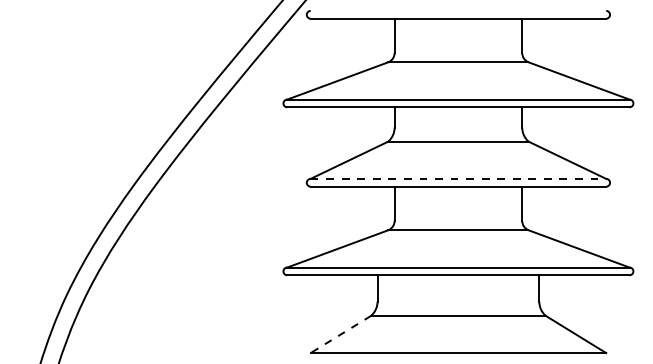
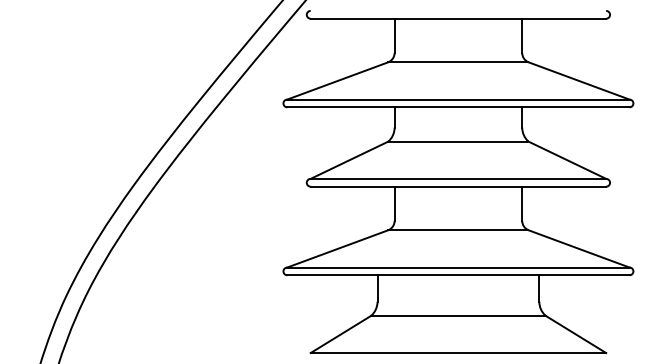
line at (458, 178): dashed -> solid
line at (340, 334): dashed -> solid
